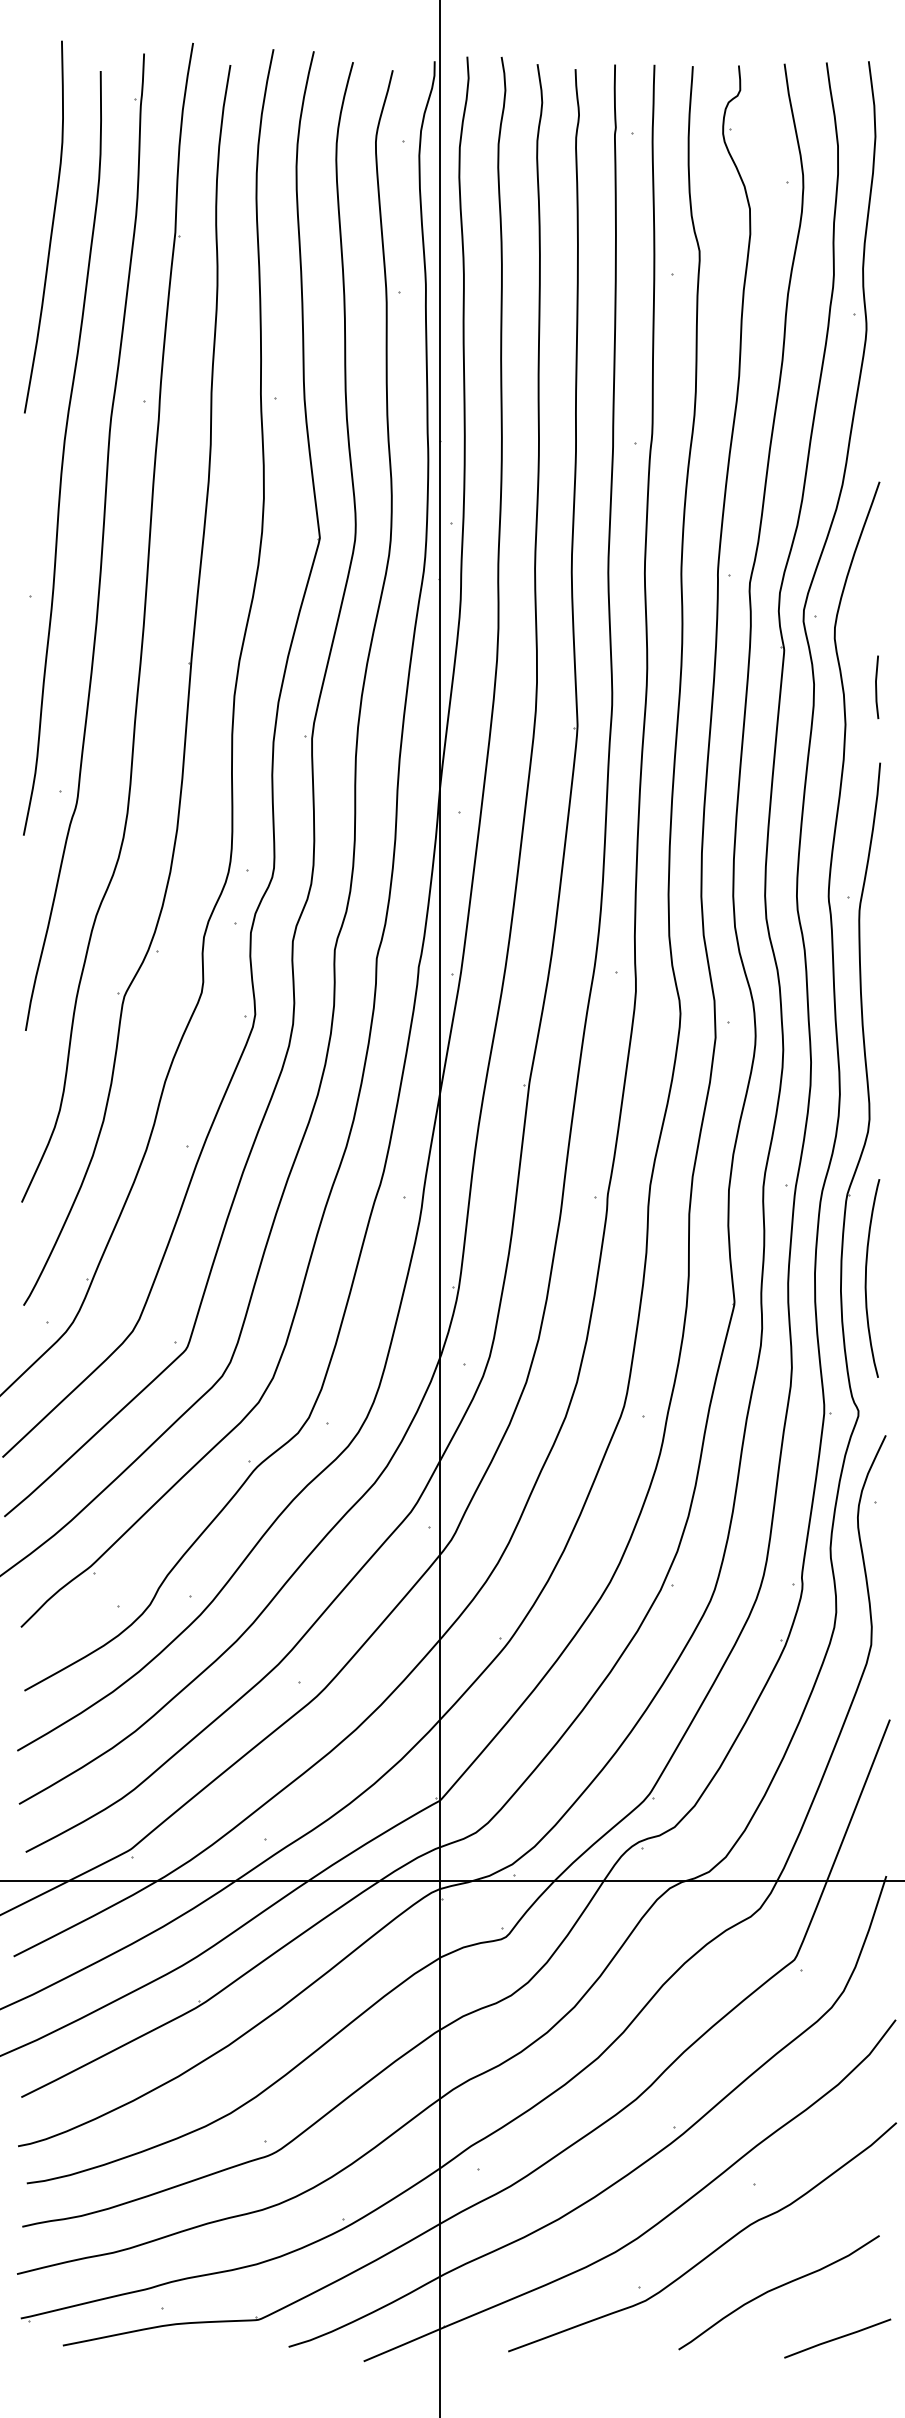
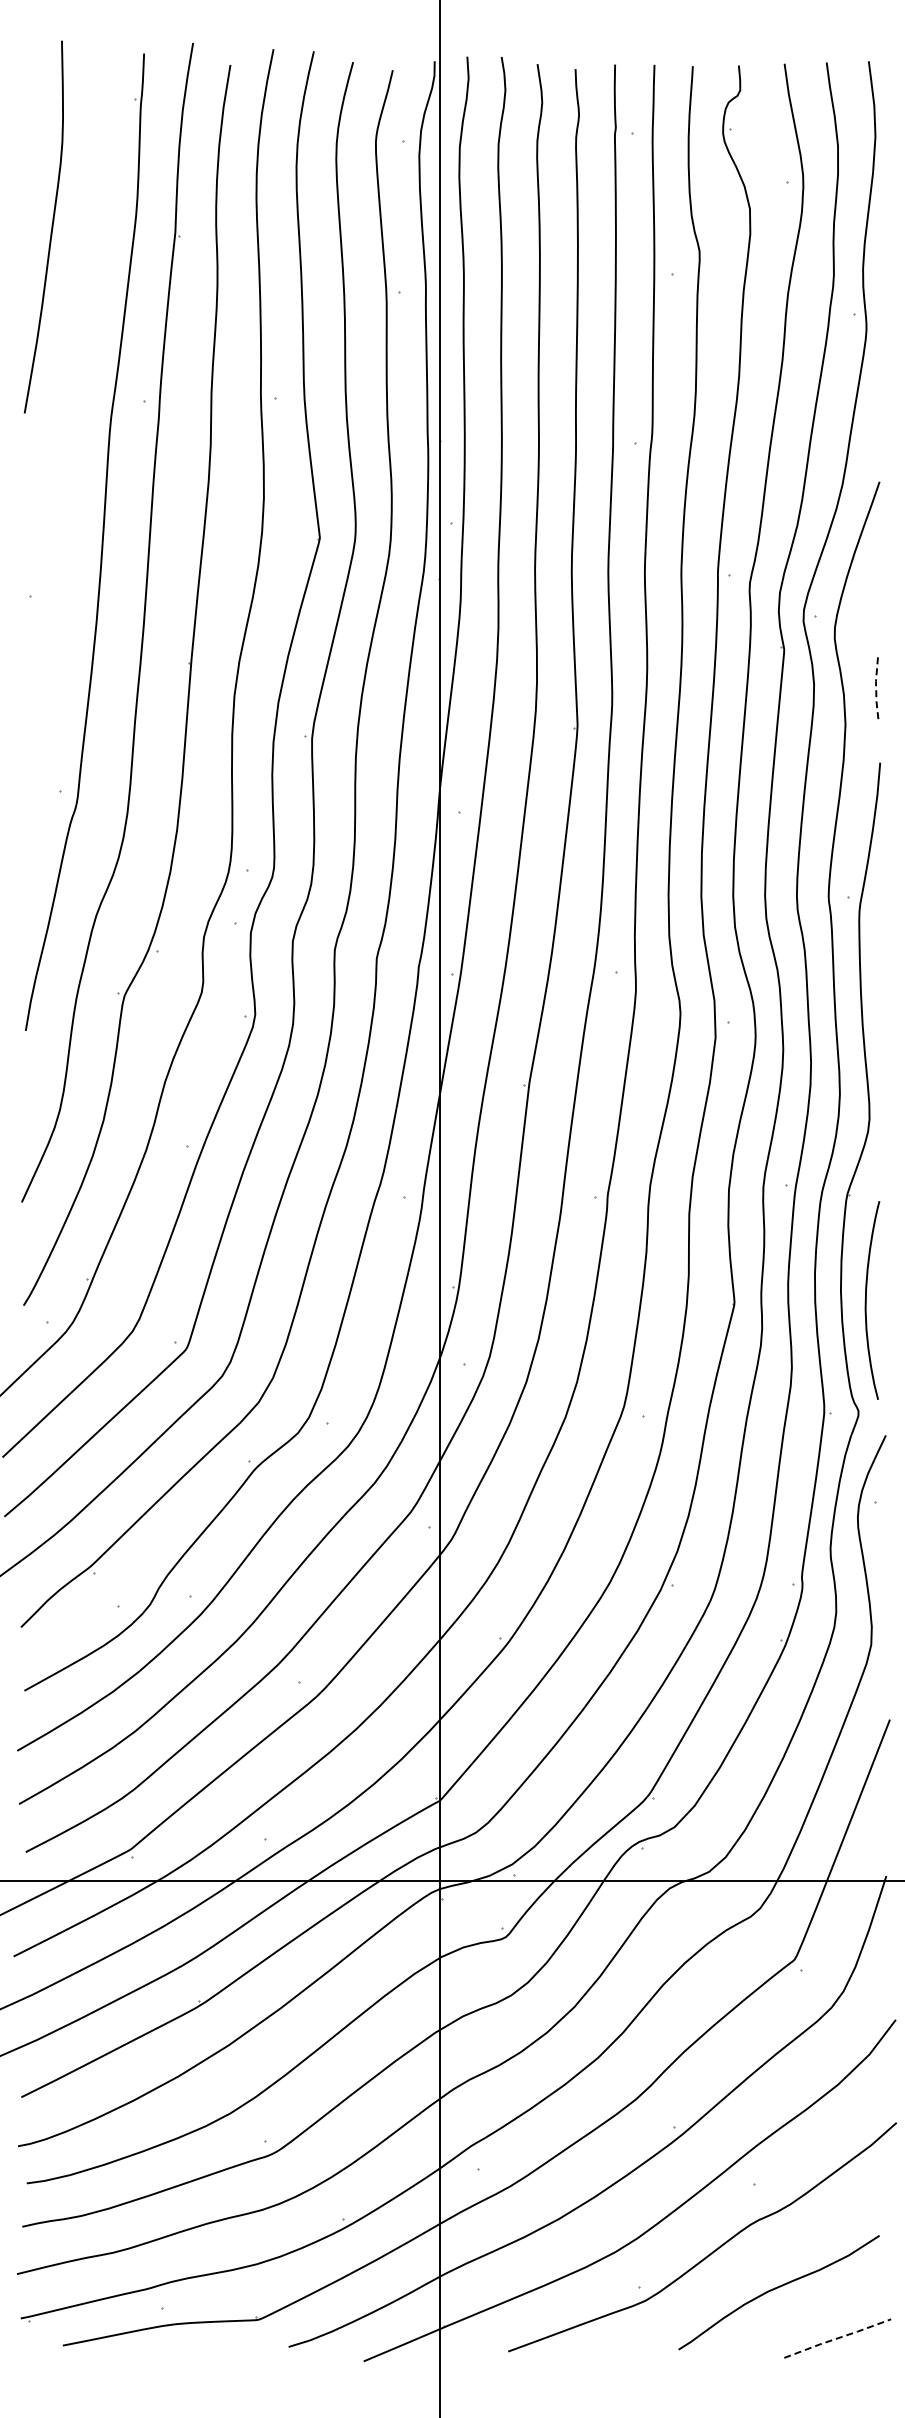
curve at (62, 453): present -> none
line at (876, 687): solid -> dashed
curve at (866, 1278) position: (866, 1278) -> (866, 1300)
line at (837, 2338): solid -> dashed
